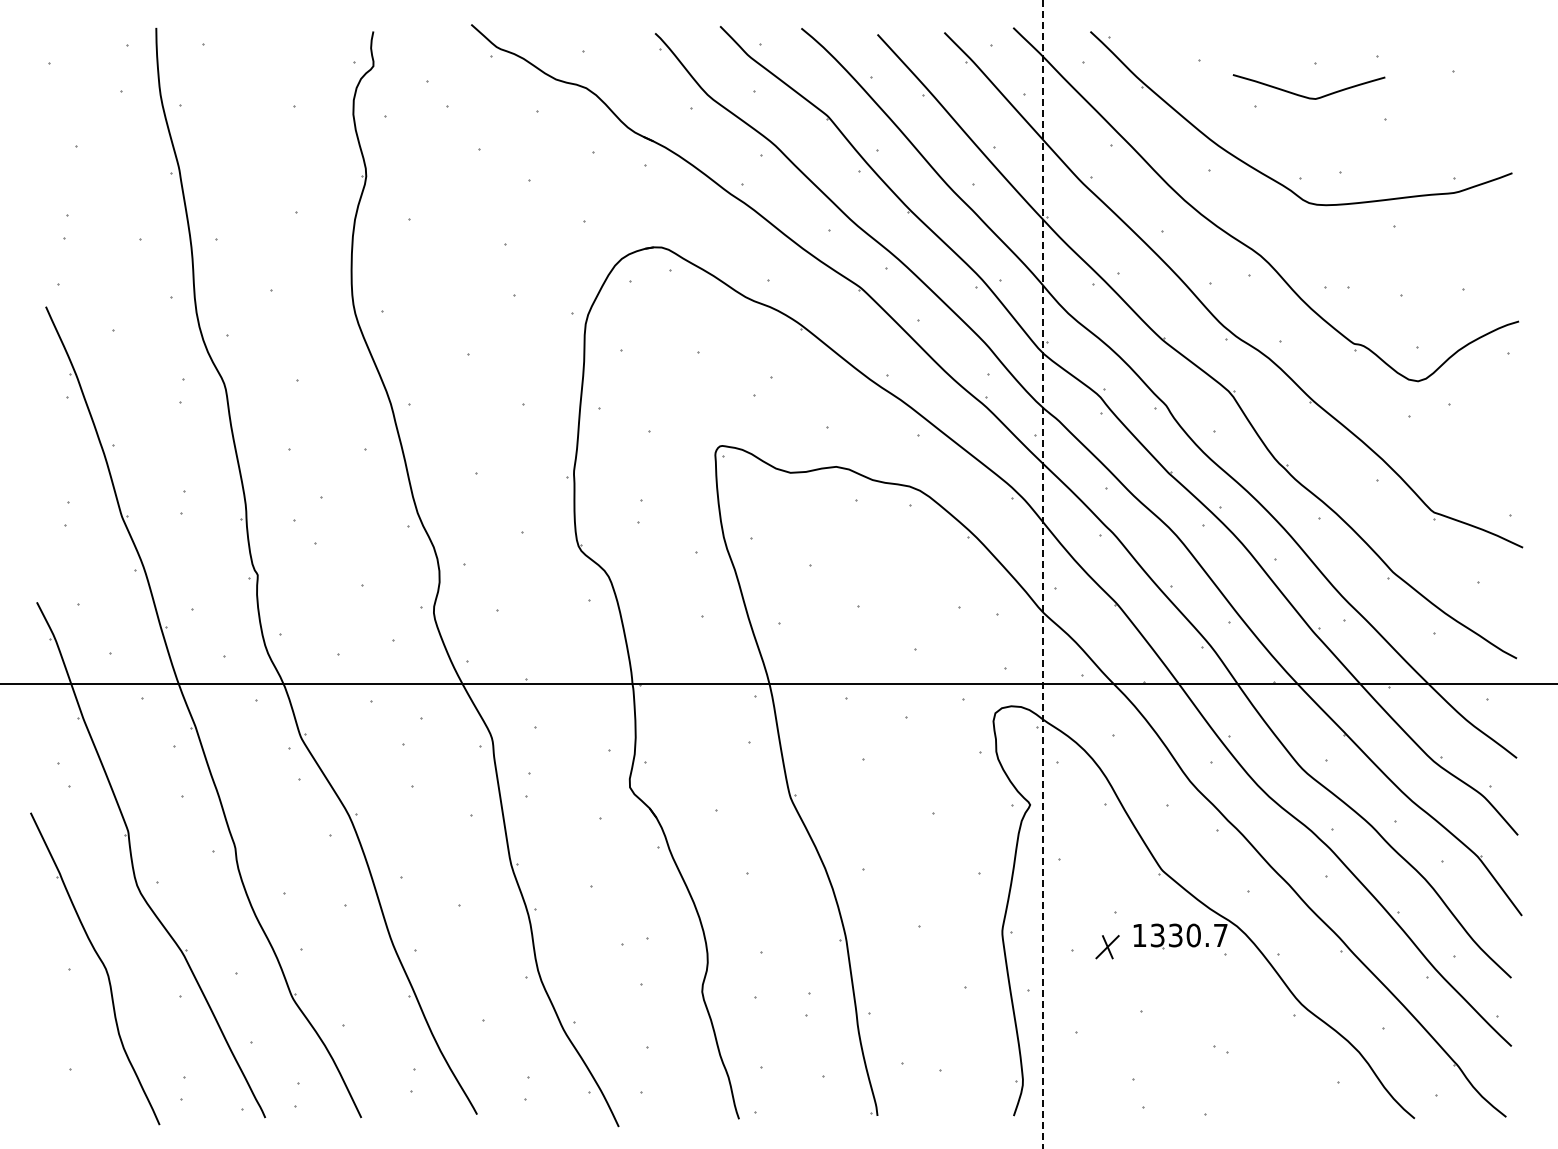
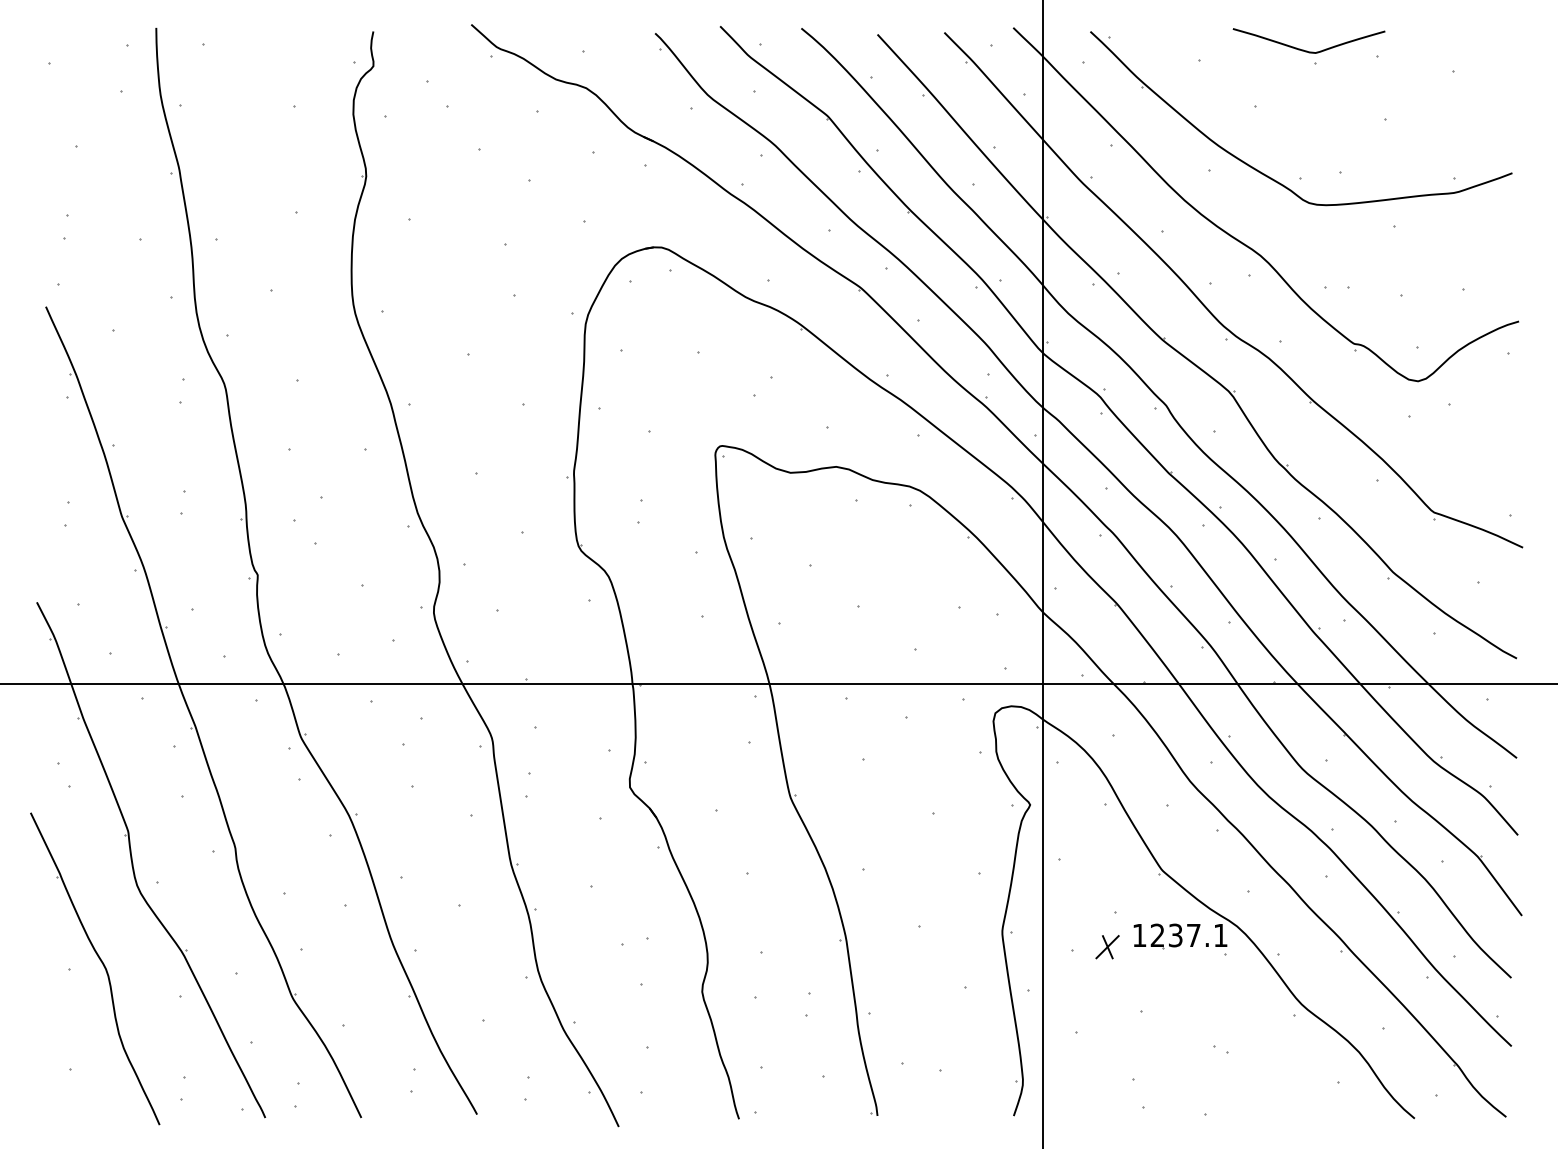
curve at (1307, 96) position: (1307, 96) -> (1307, 50)
line at (1042, 574): dashed -> solid
text at (1188, 935): 1330.7 -> 1237.1
